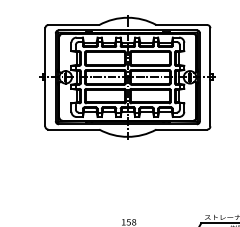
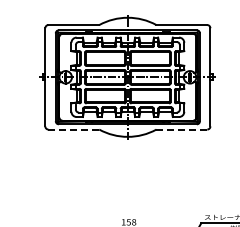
line at (73, 129): solid -> dashed
line at (181, 129): solid -> dashed
